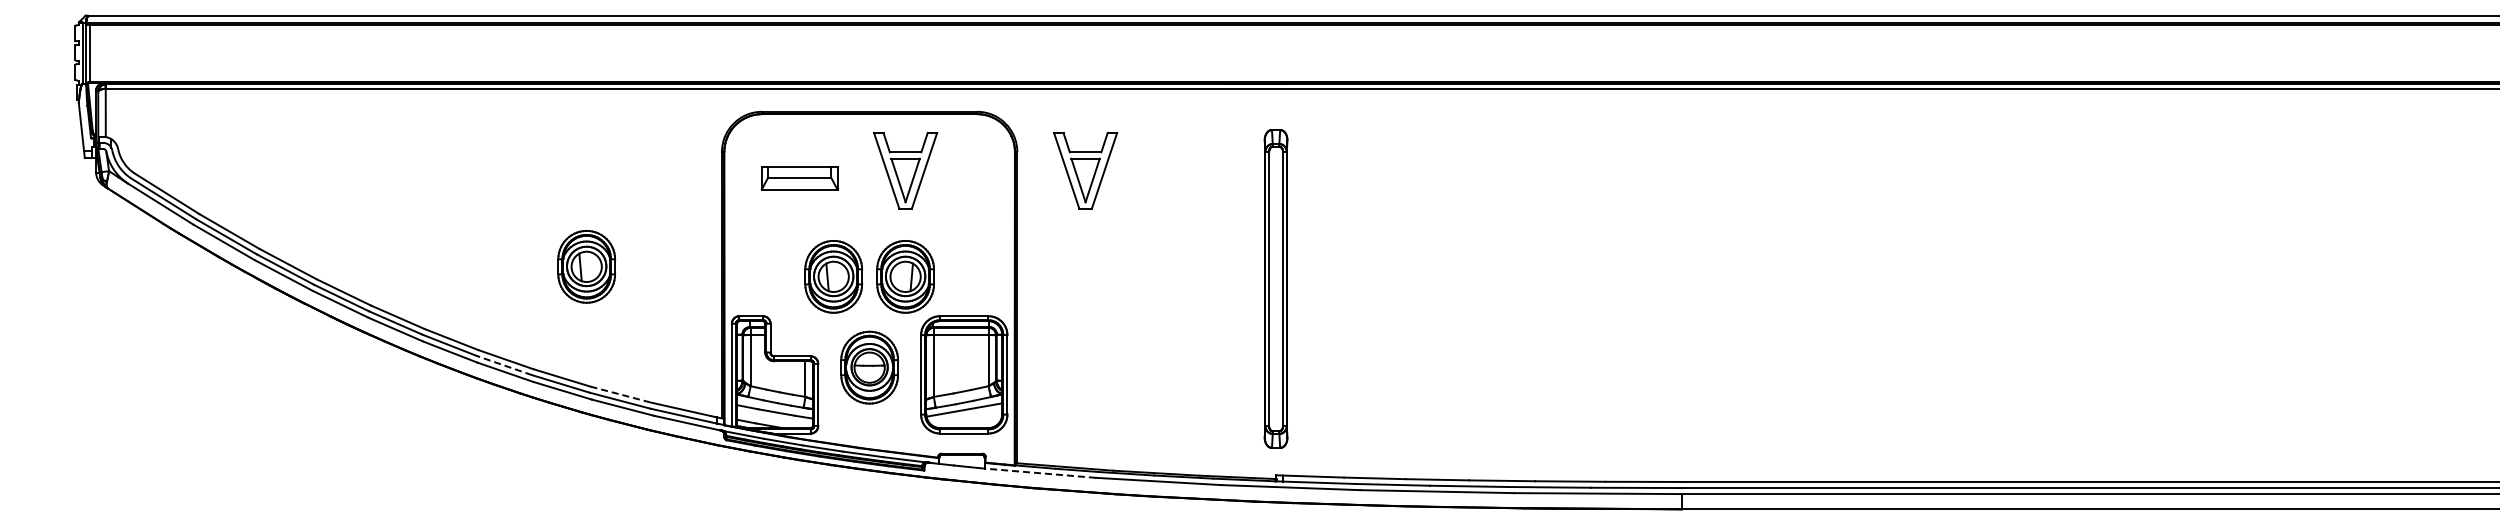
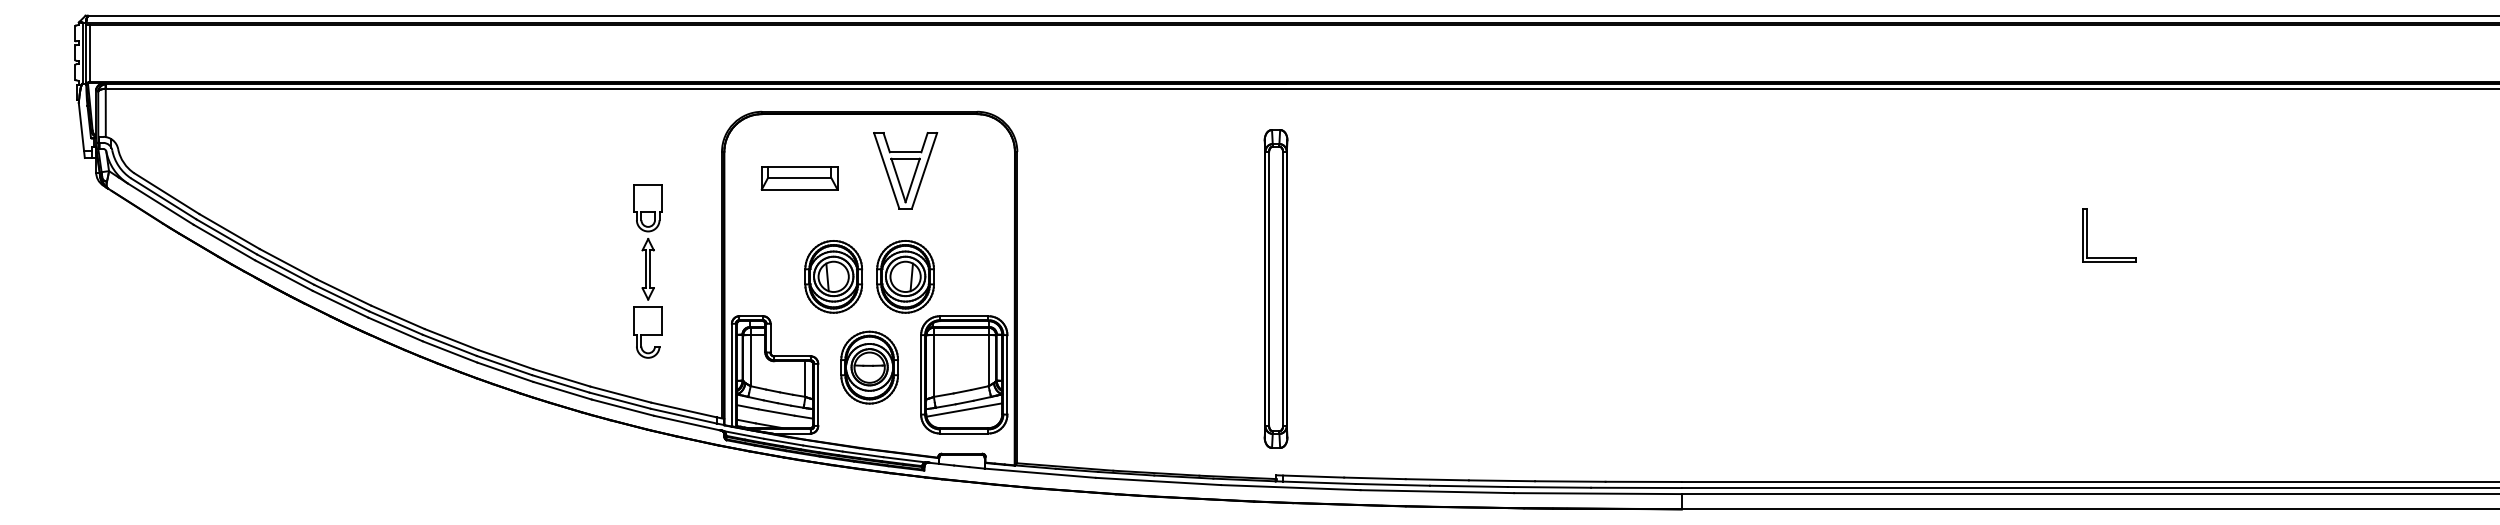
part at (1085, 170): present -> none
part at (2087, 235): none -> present
part at (586, 266): present -> none
part at (647, 271): none -> present
line at (503, 365): dashed -> solid
line at (621, 394): dashed -> solid
line at (1040, 473): dashed -> solid
